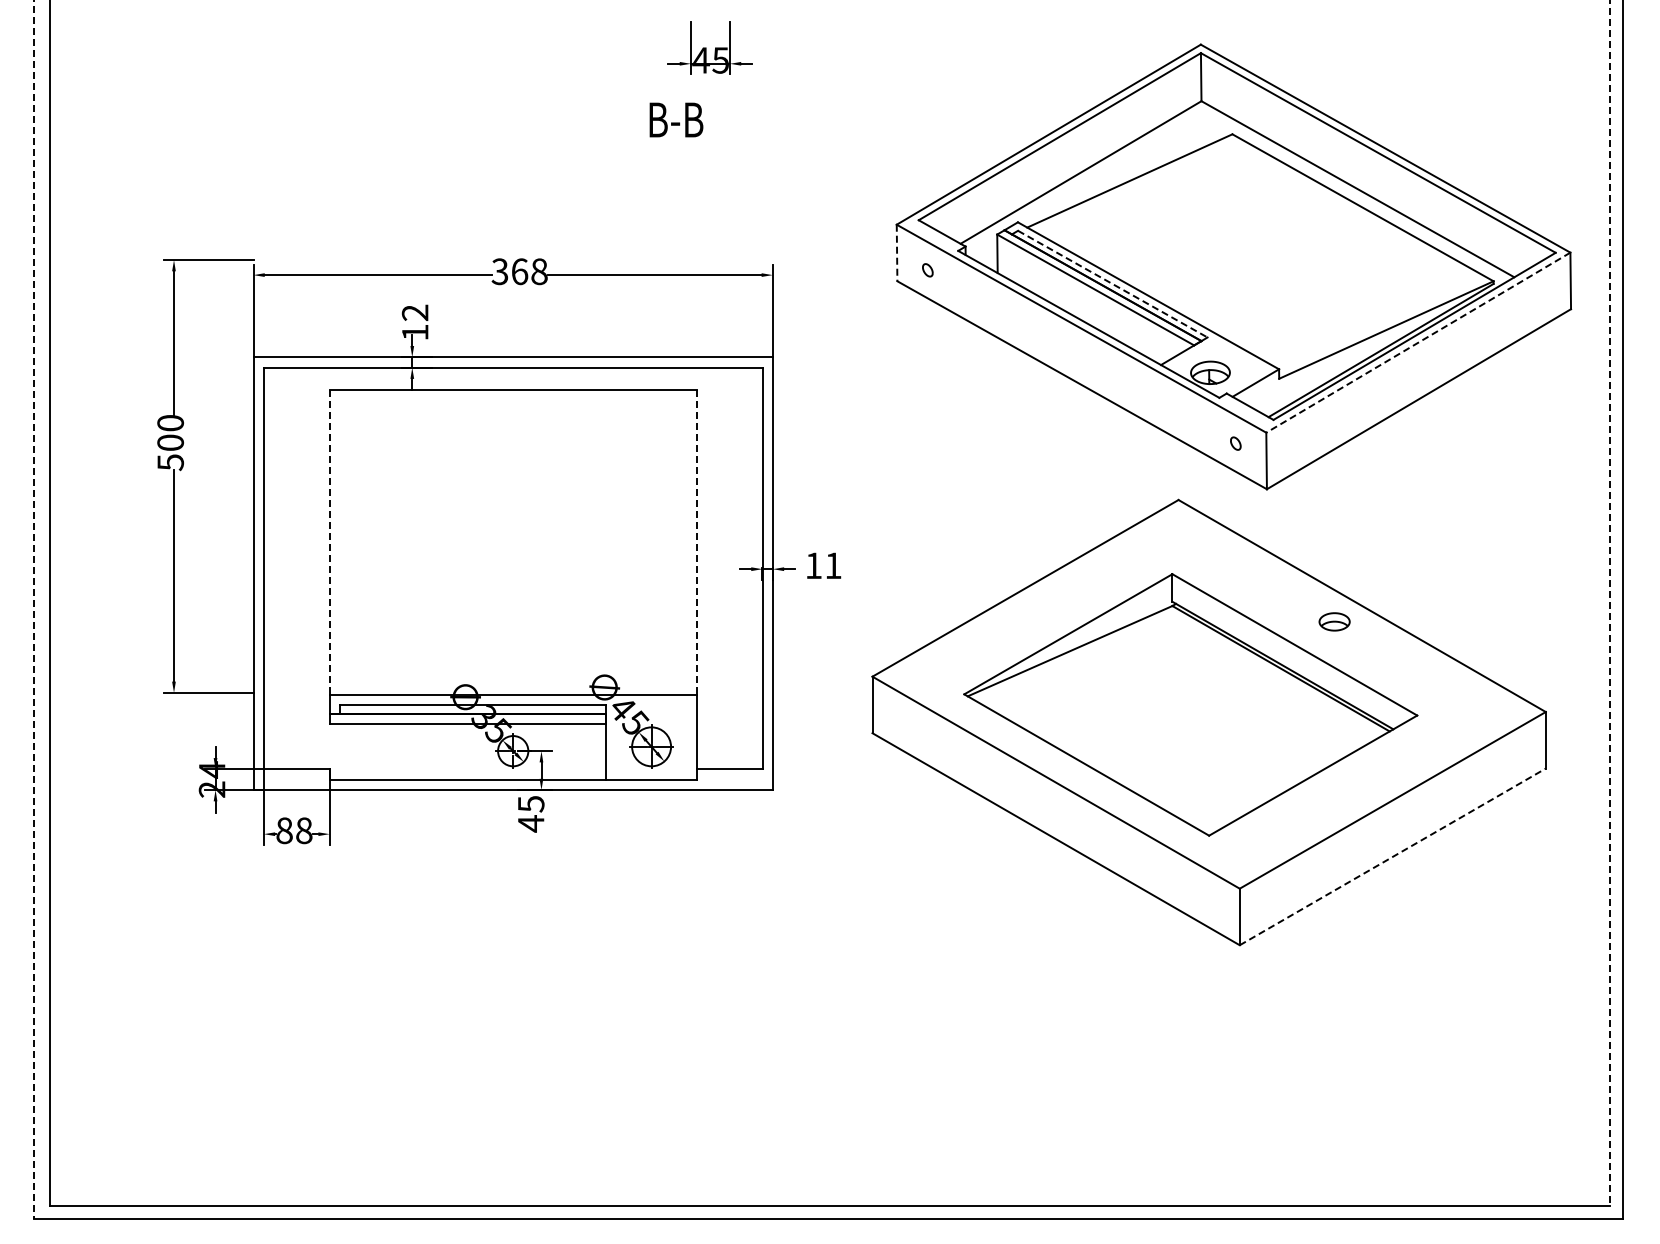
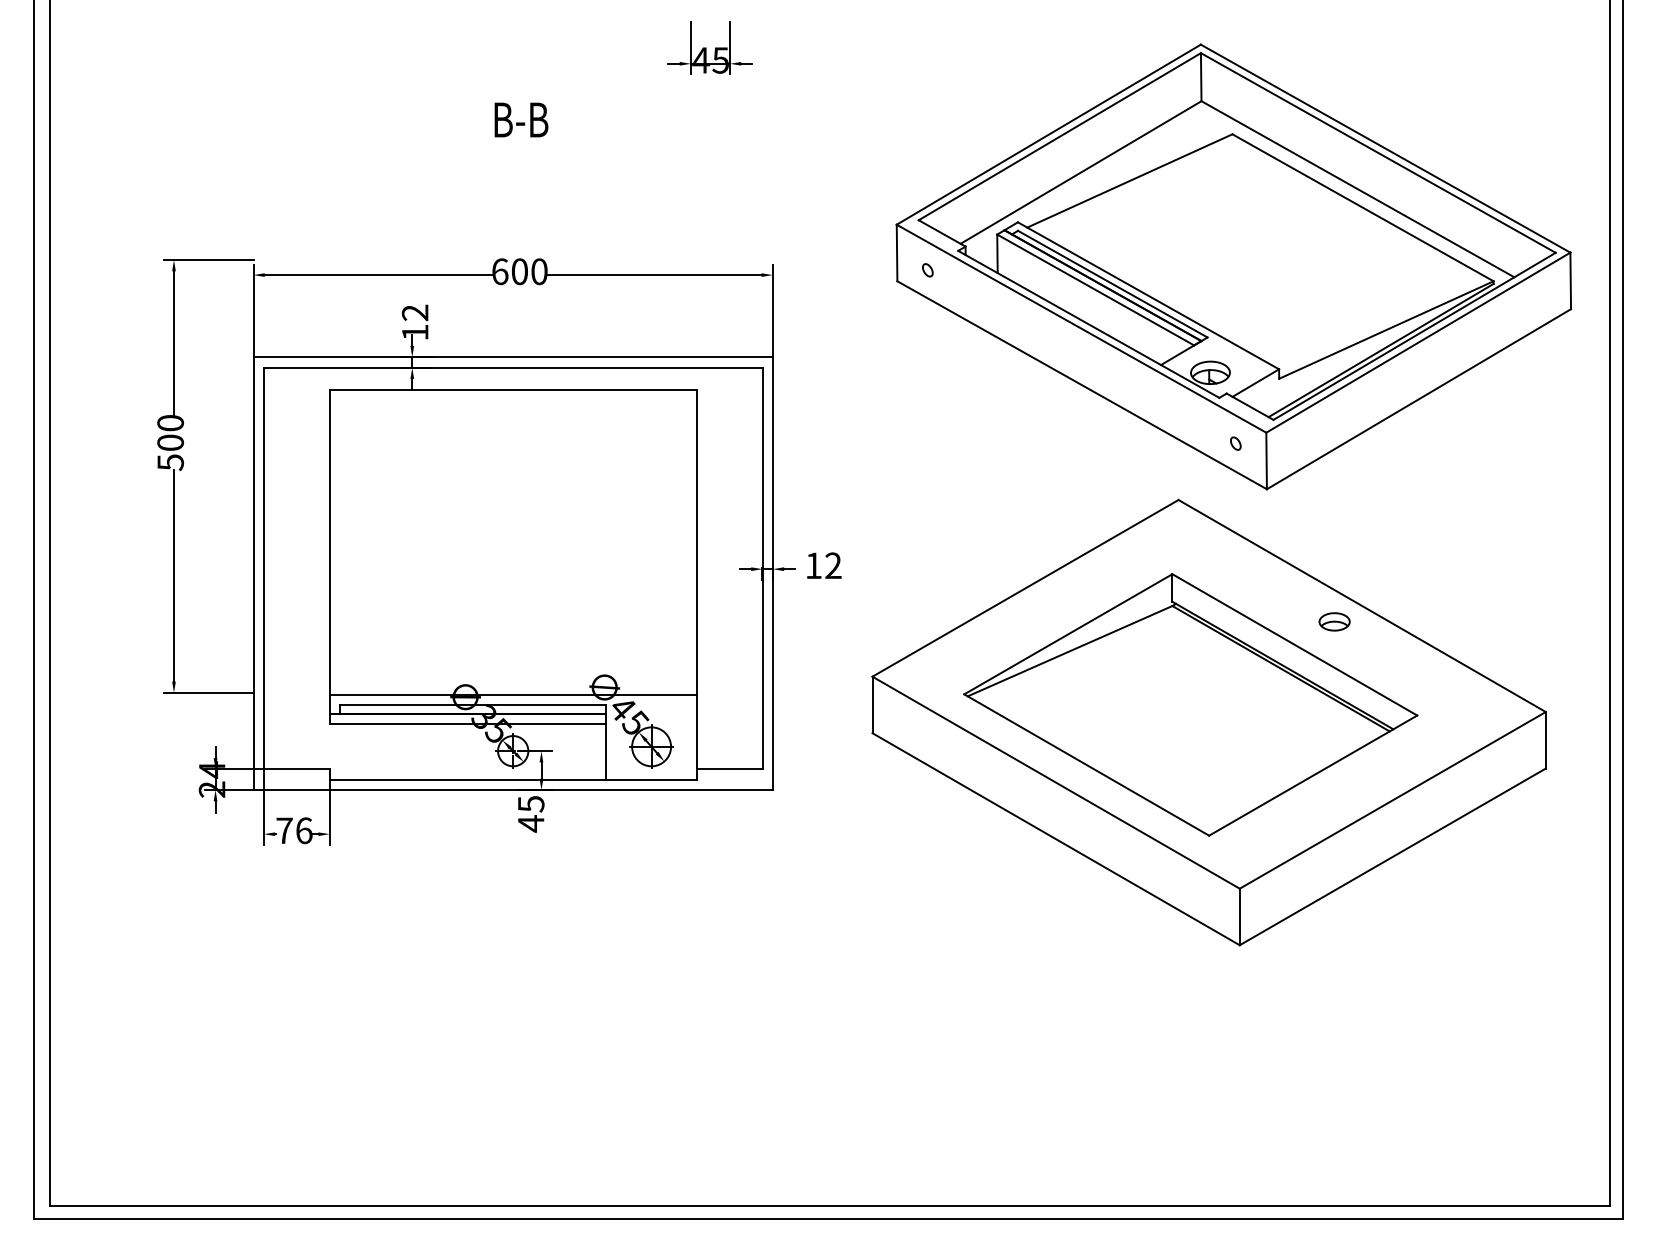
text at (676, 119) position: (676, 119) -> (521, 119)
line at (897, 253): dashed -> solid
text at (519, 271): 368 -> 600
line at (1112, 284): dashed -> solid
line at (1418, 342): dashed -> solid
line at (329, 543): dashed -> solid
line at (696, 543): dashed -> solid
text at (833, 565): 11 -> 12
line at (1610, 603): dashed -> solid
line at (34, 610): dashed -> solid
text at (294, 830): 88 -> 76
line at (1392, 856): dashed -> solid
